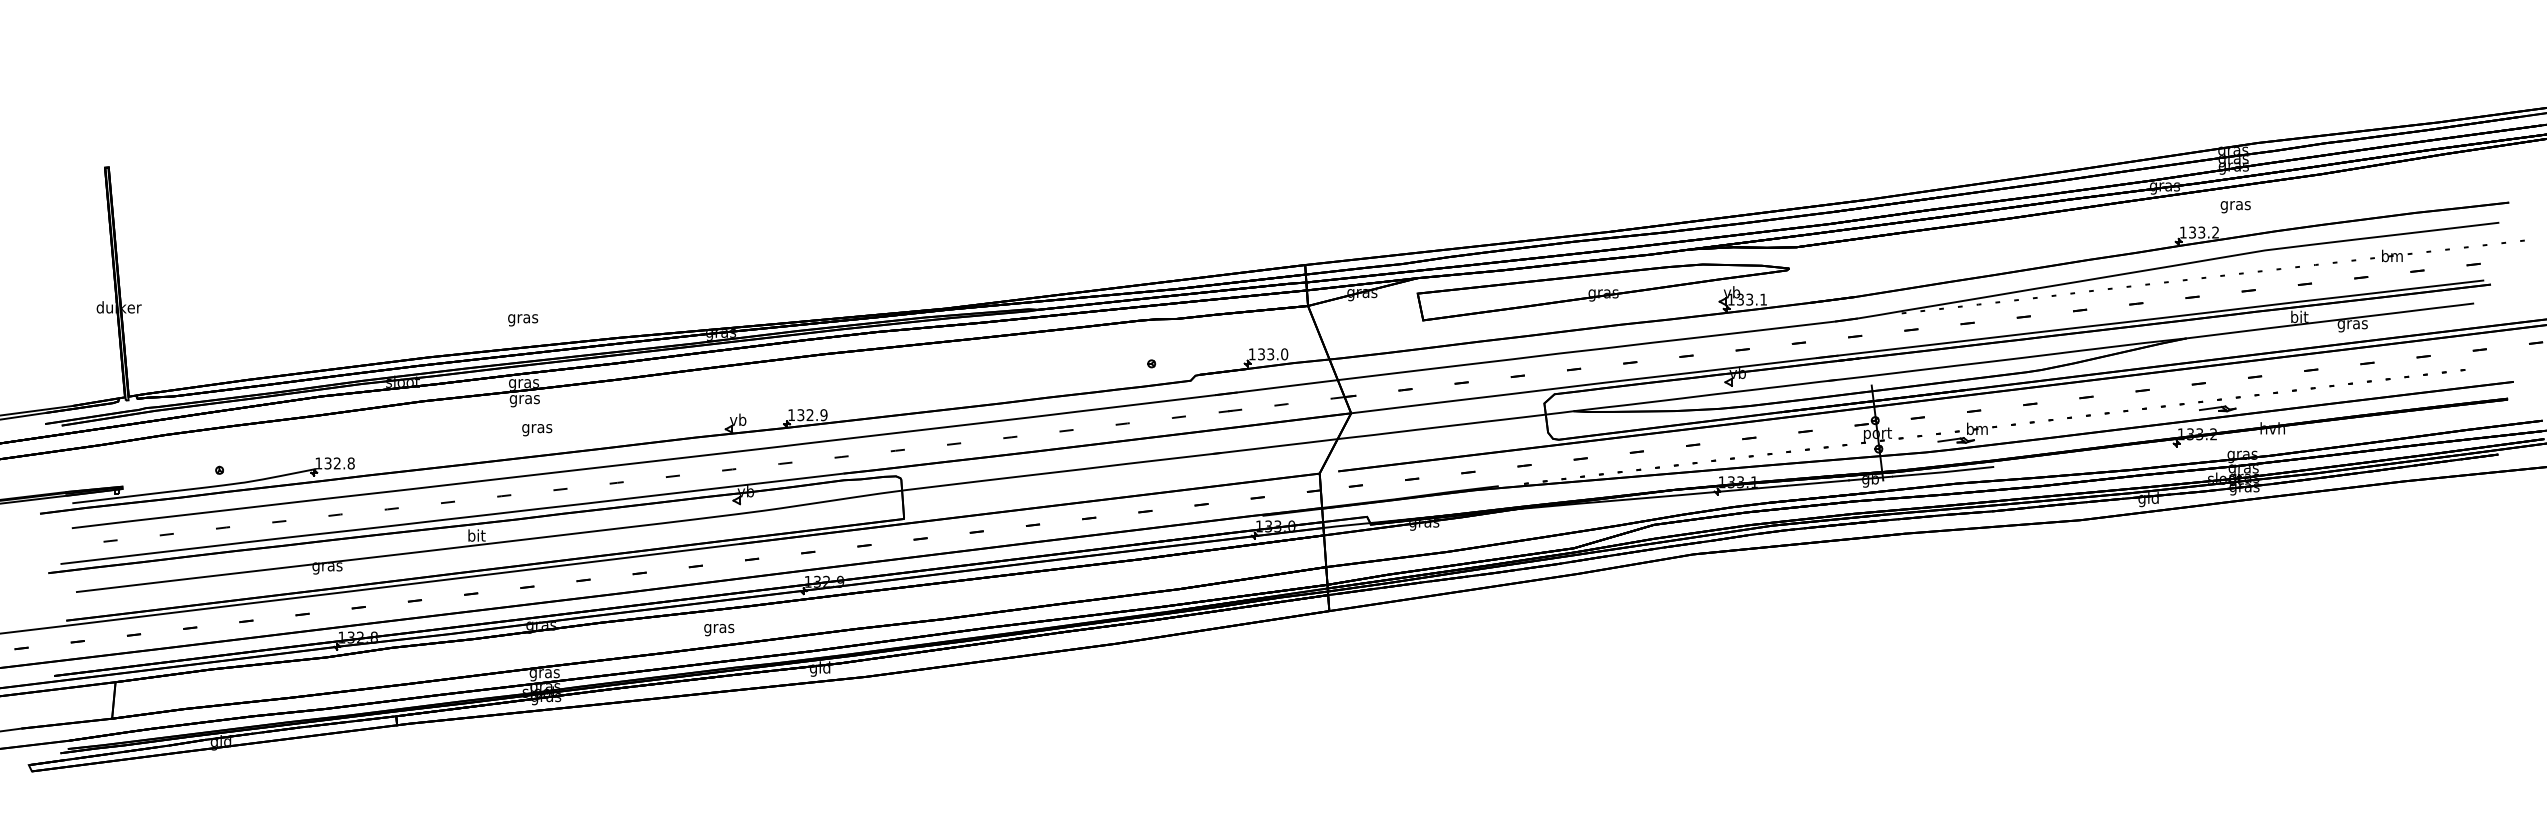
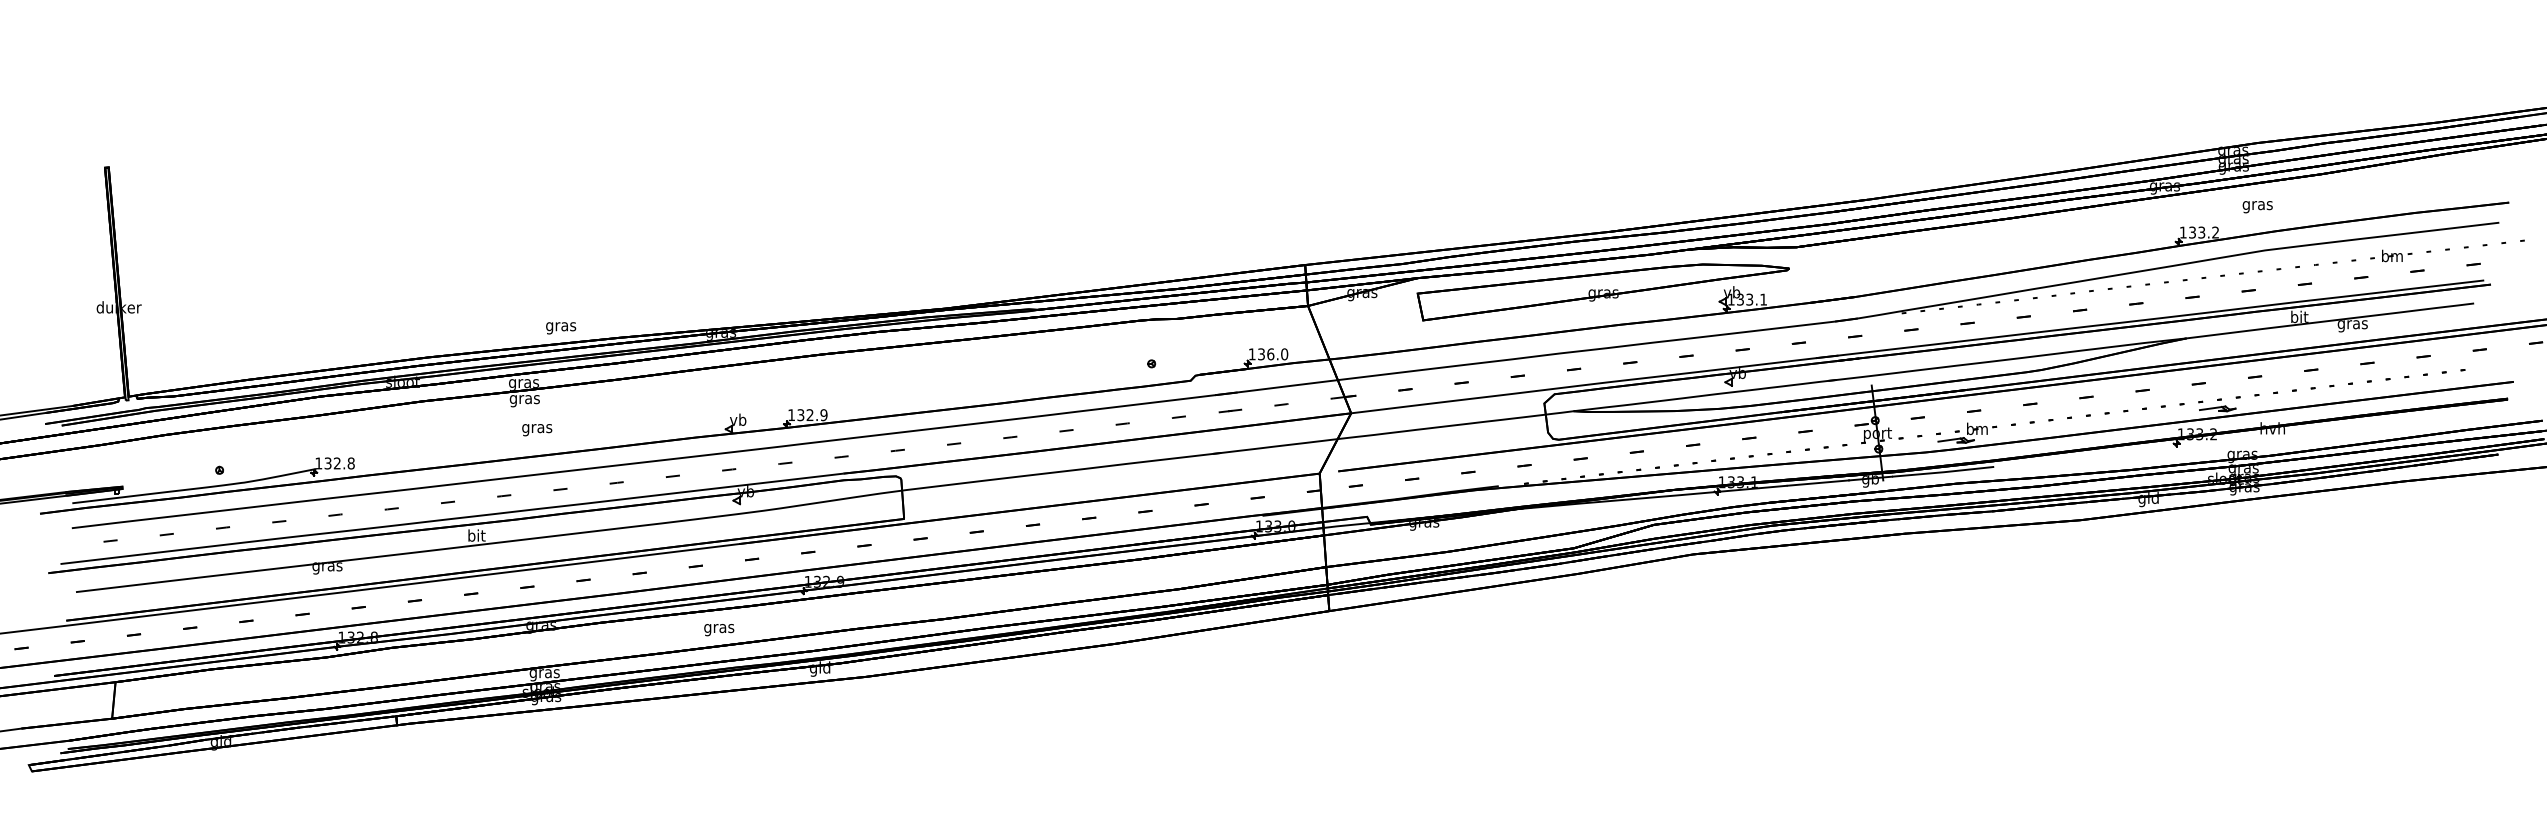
text at (2235, 207) position: (2235, 207) -> (2257, 207)
text at (523, 320) position: (523, 320) -> (561, 328)
text at (1270, 354): 133.0 -> 136.0
